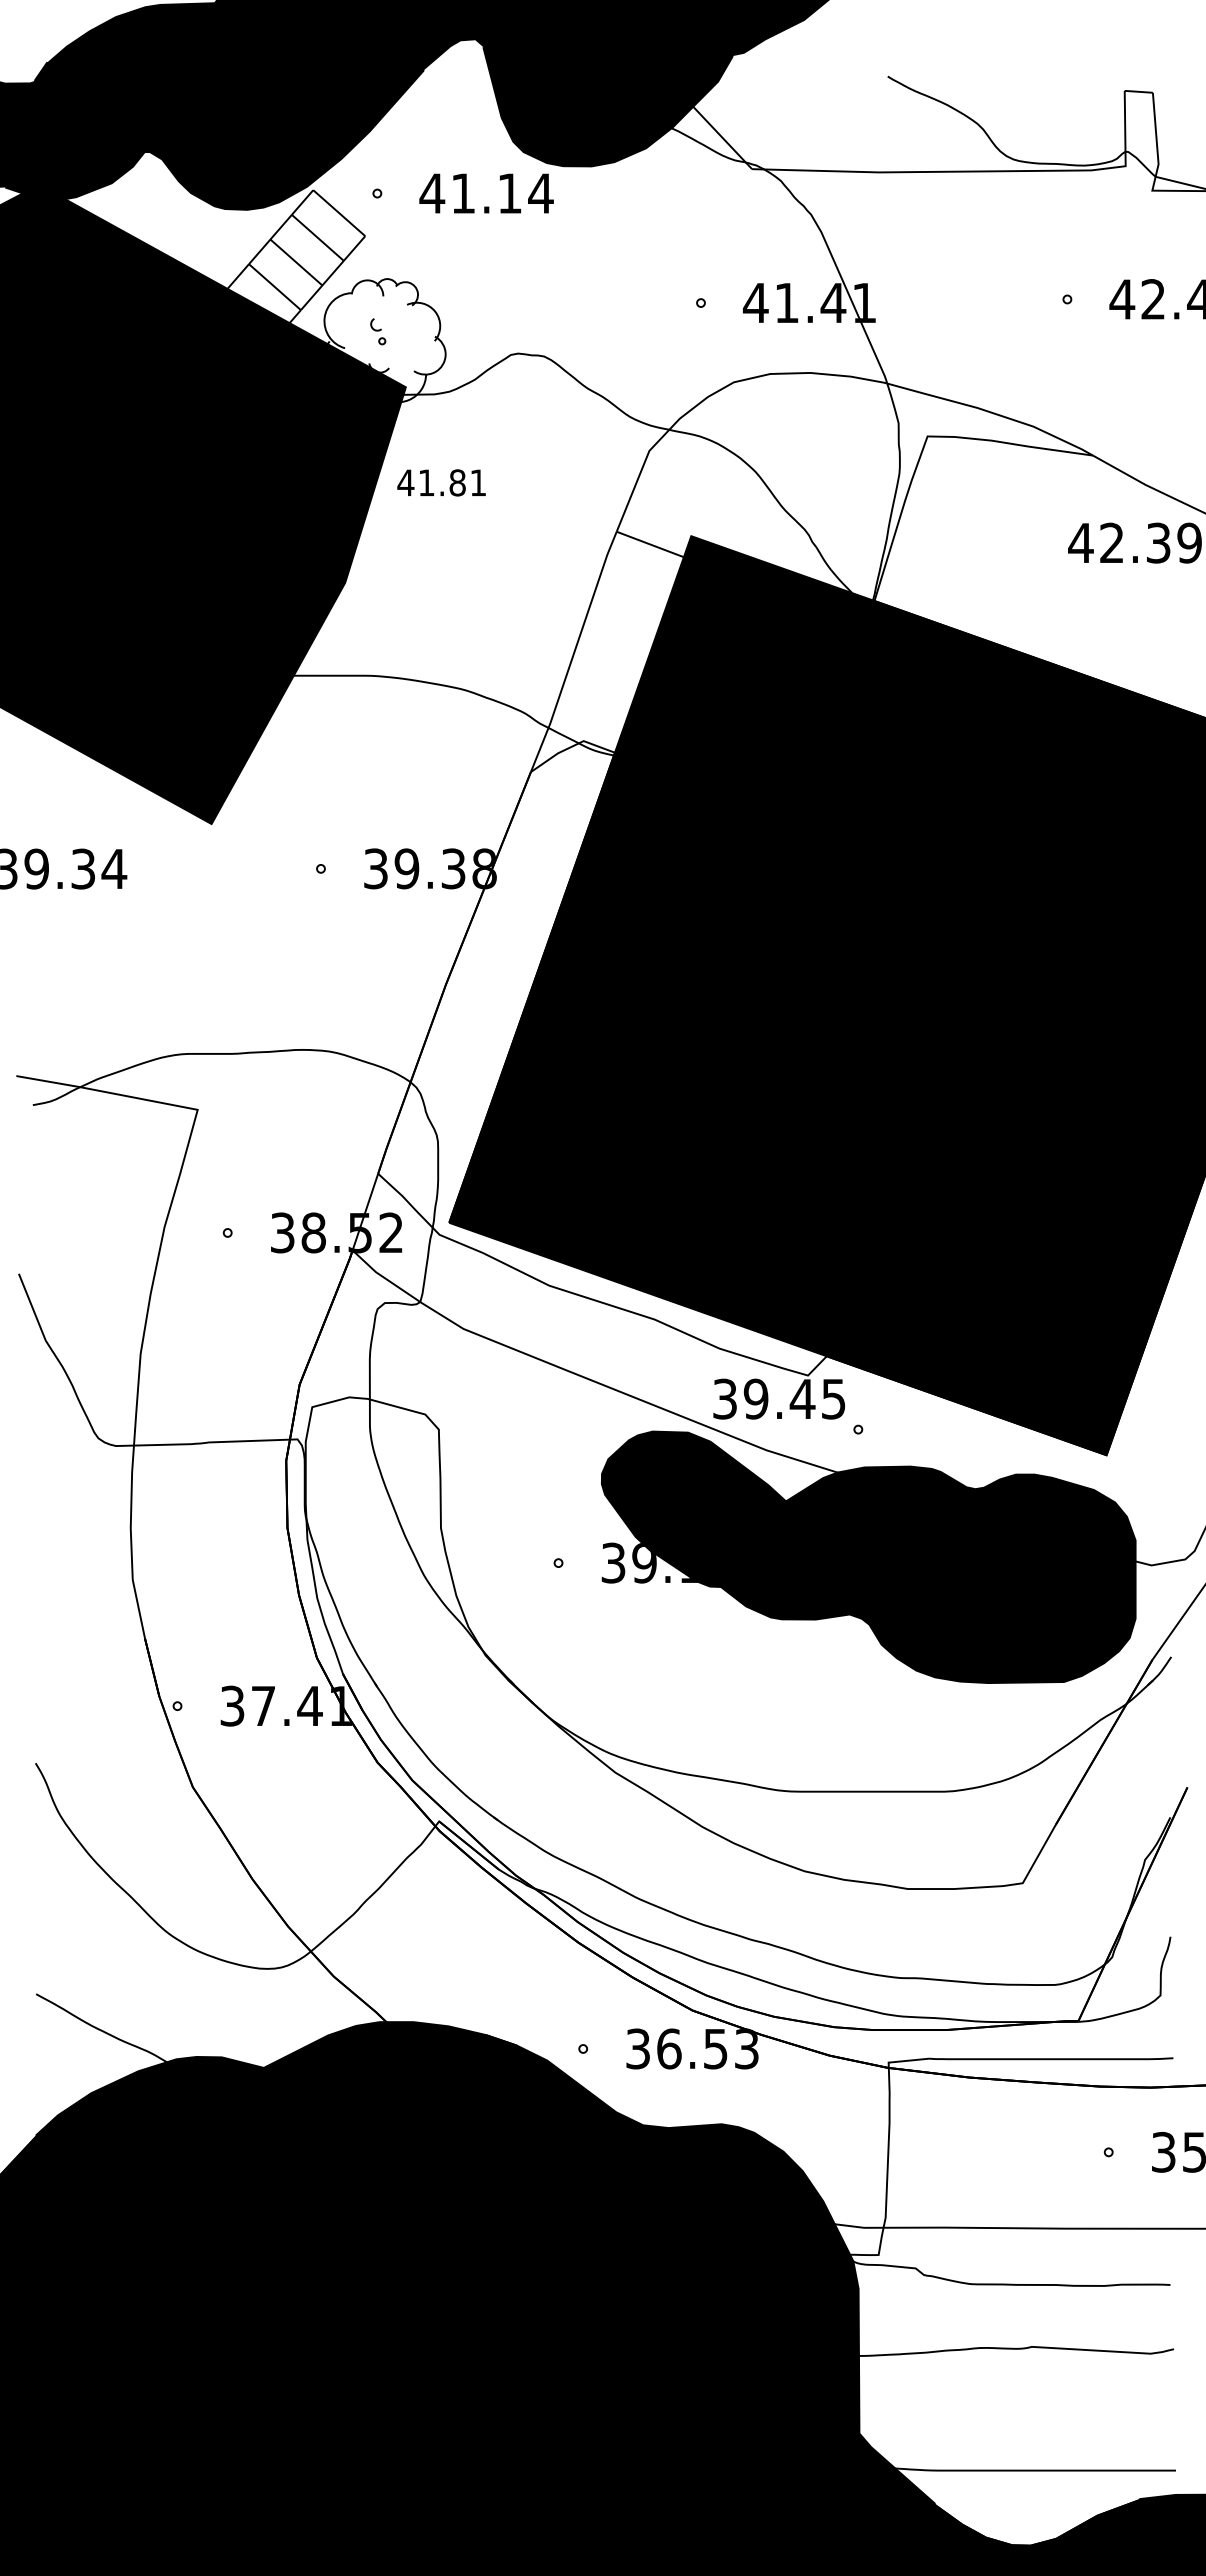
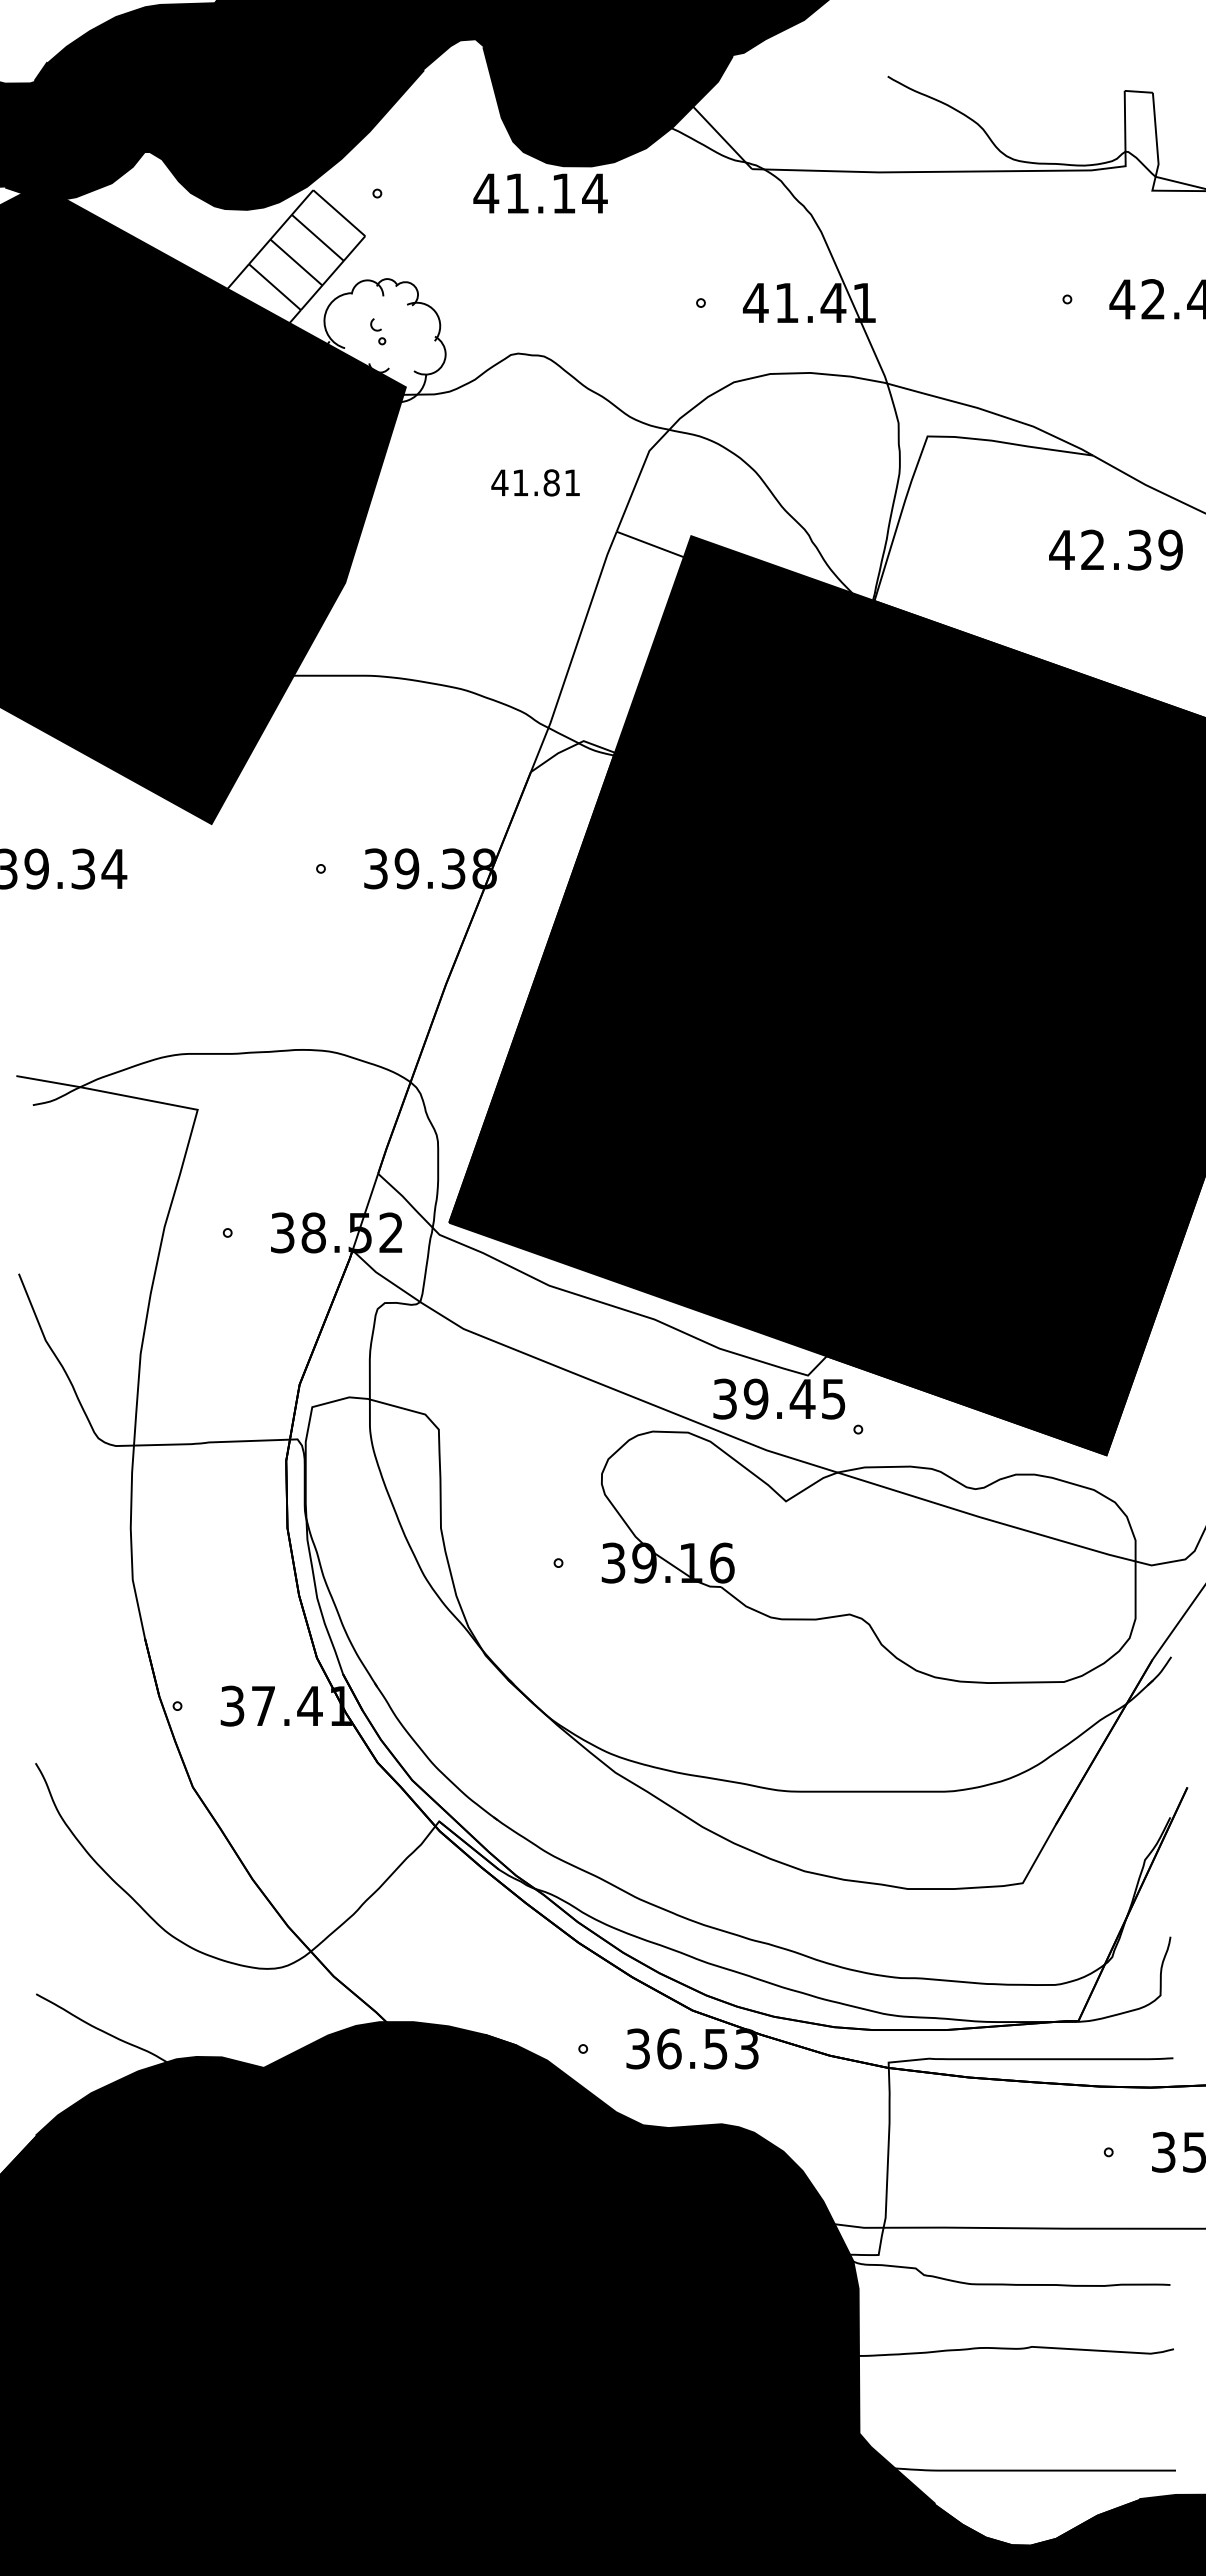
text at (486, 193) position: (486, 193) -> (540, 193)
text at (441, 482) position: (441, 482) -> (535, 482)
text at (1134, 542) position: (1134, 542) -> (1115, 549)
fill at (868, 1557): present -> none
